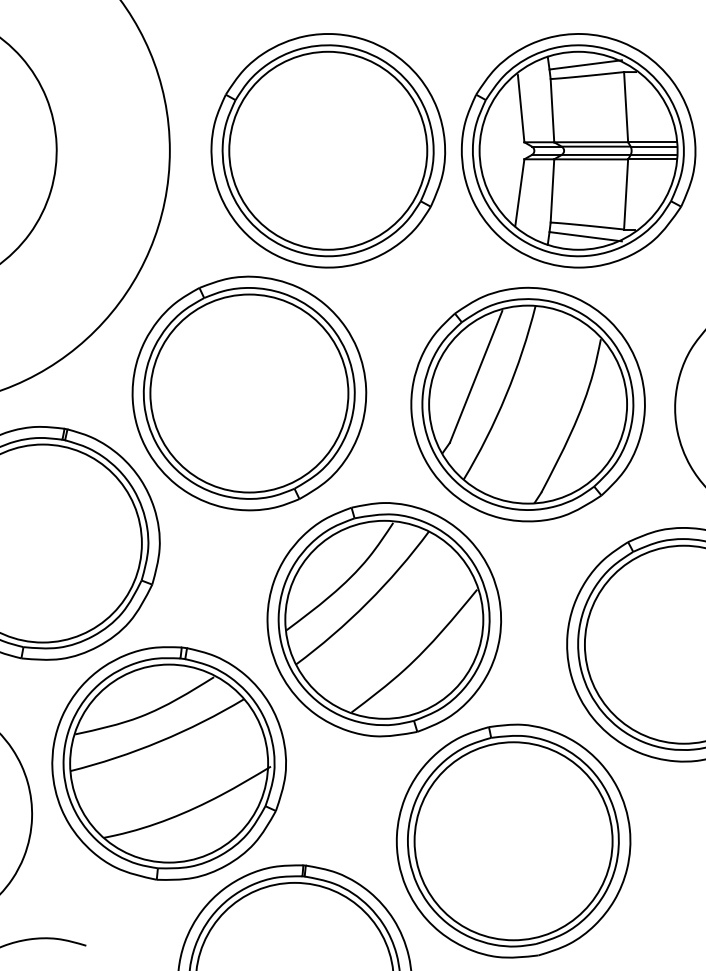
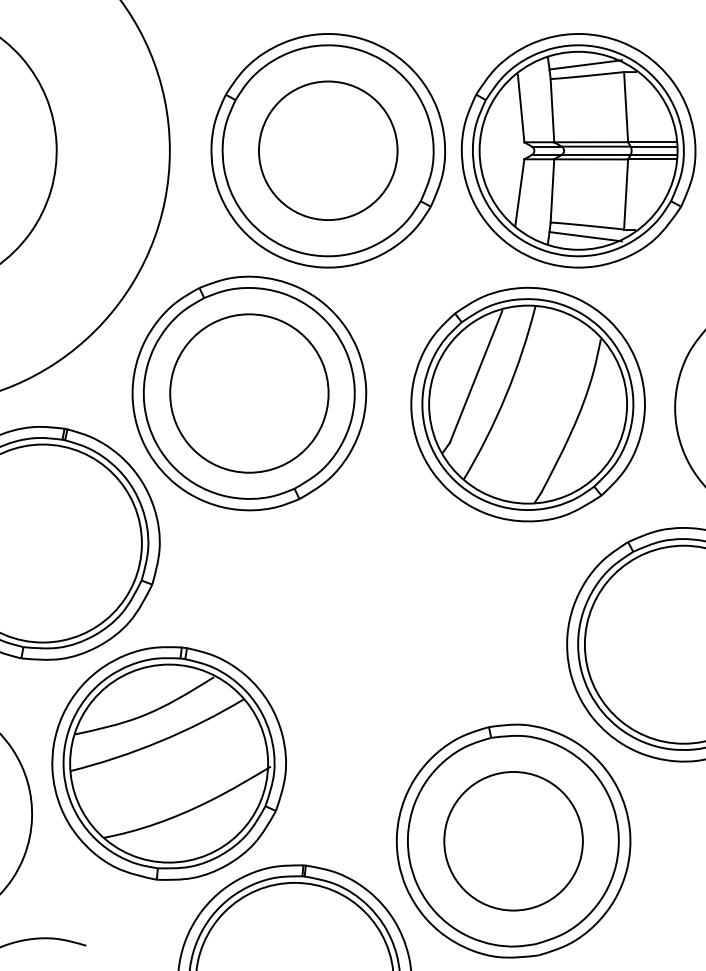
circle at (328, 150) diameter: 198 px -> 139 px
circle at (249, 393) diameter: 198 px -> 158 px
part at (383, 619): present -> none
circle at (513, 841) diameter: 198 px -> 139 px
